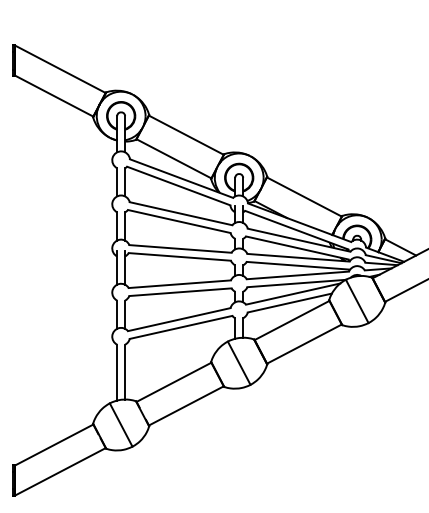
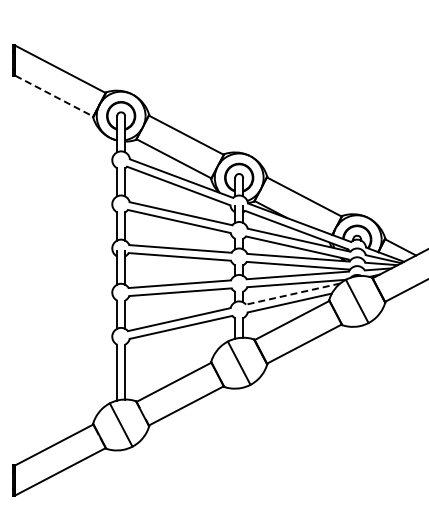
line at (54, 96): solid -> dashed
line at (292, 294): solid -> dashed
